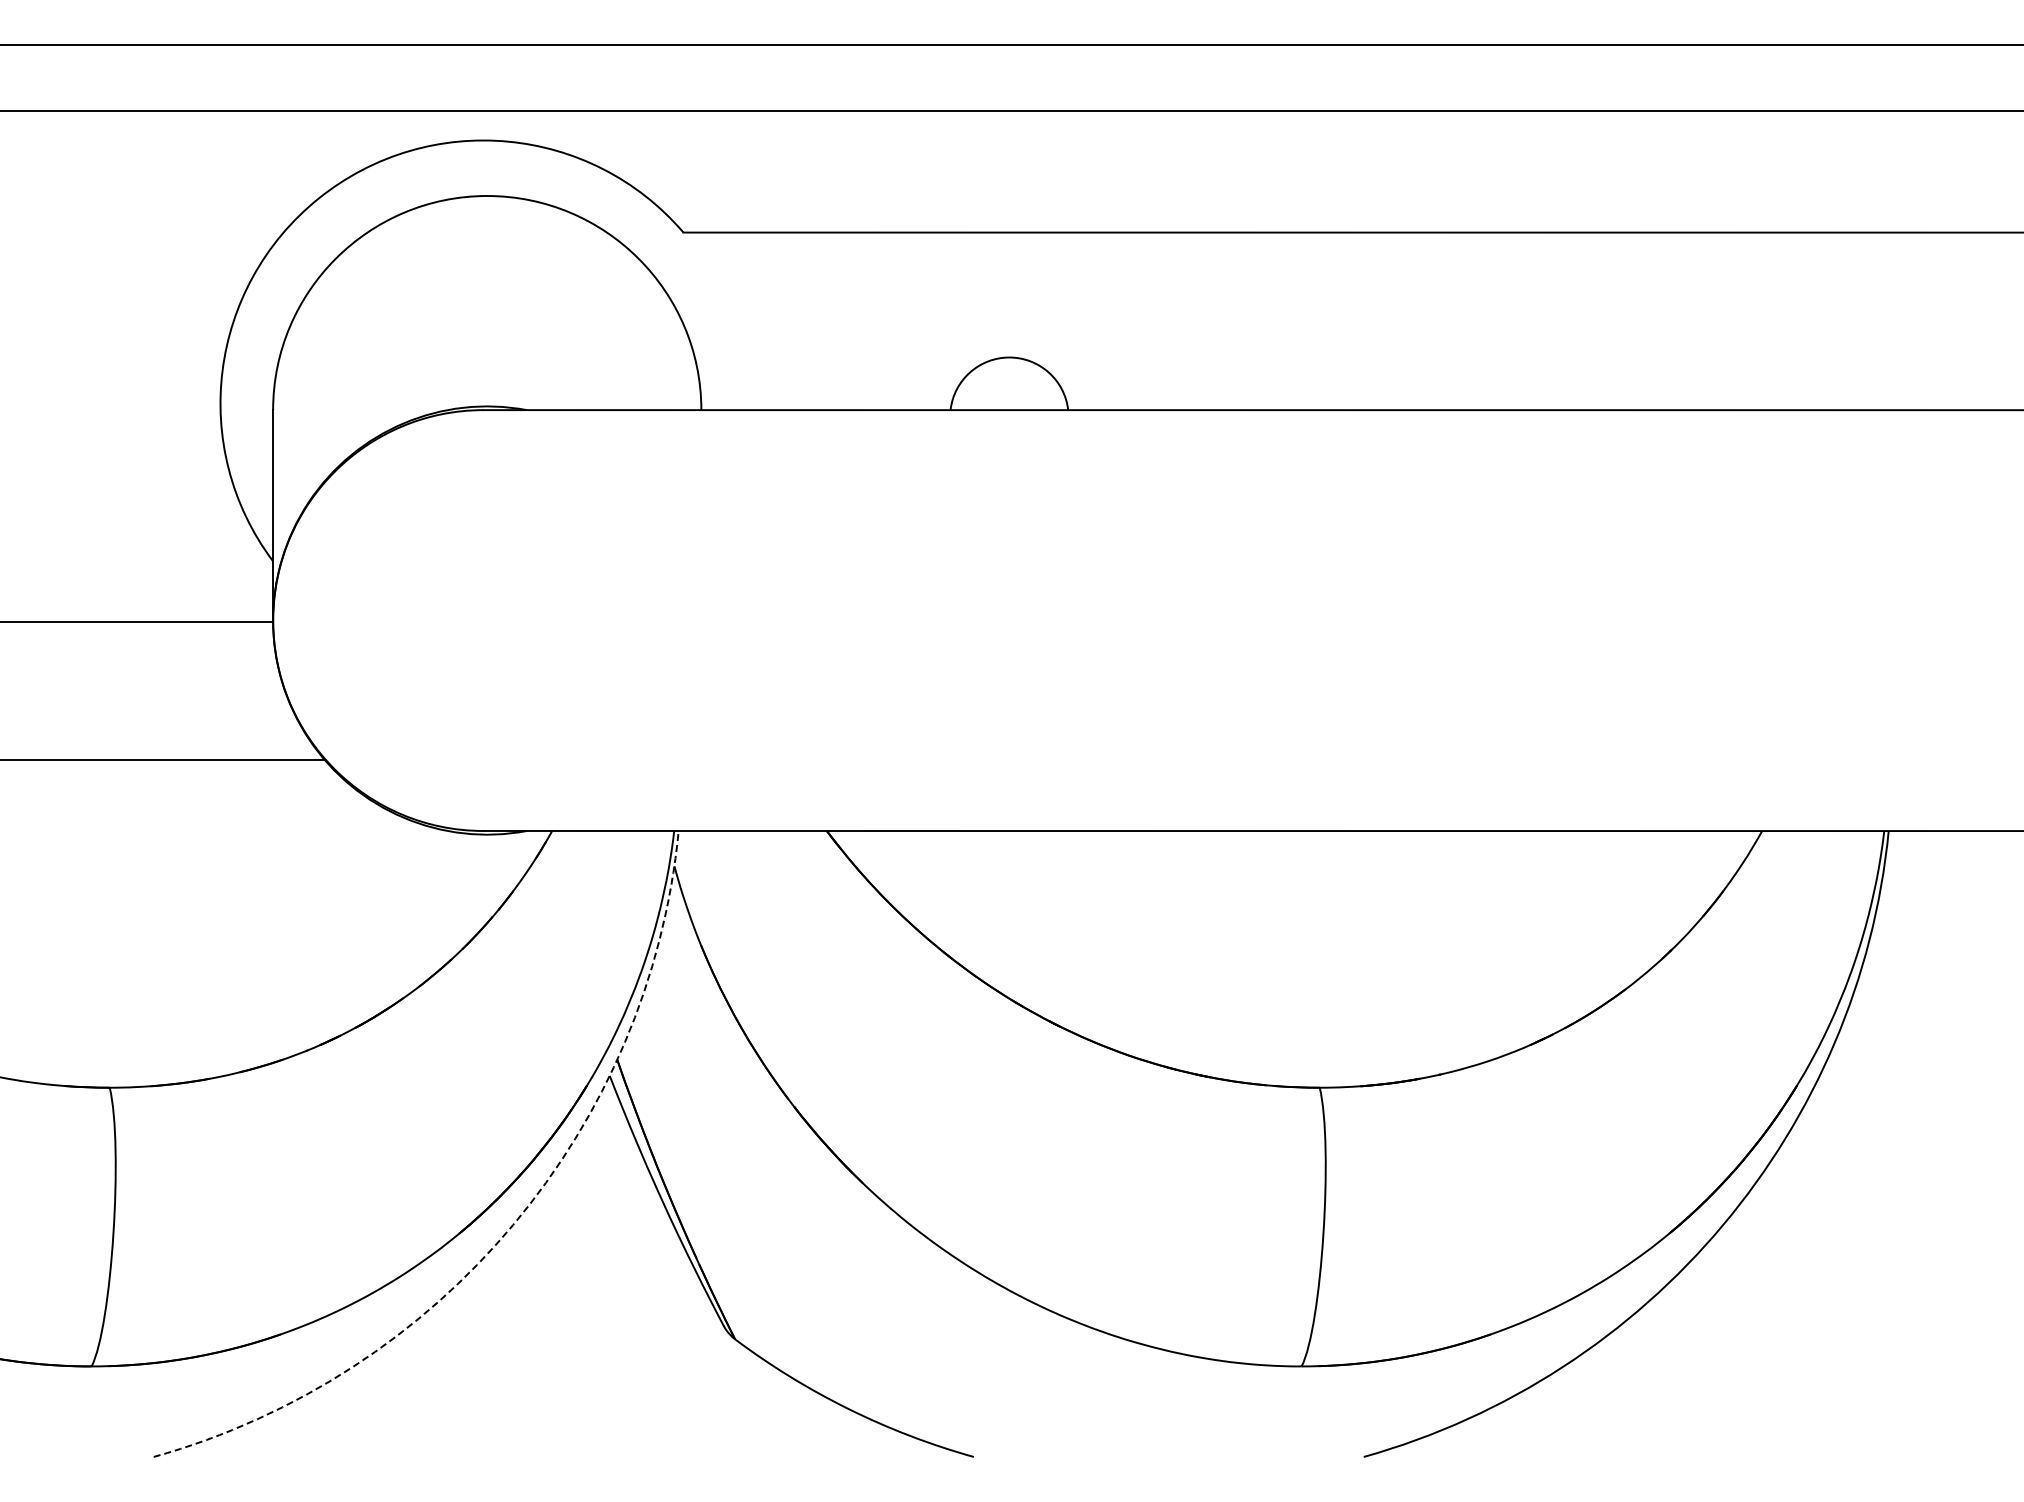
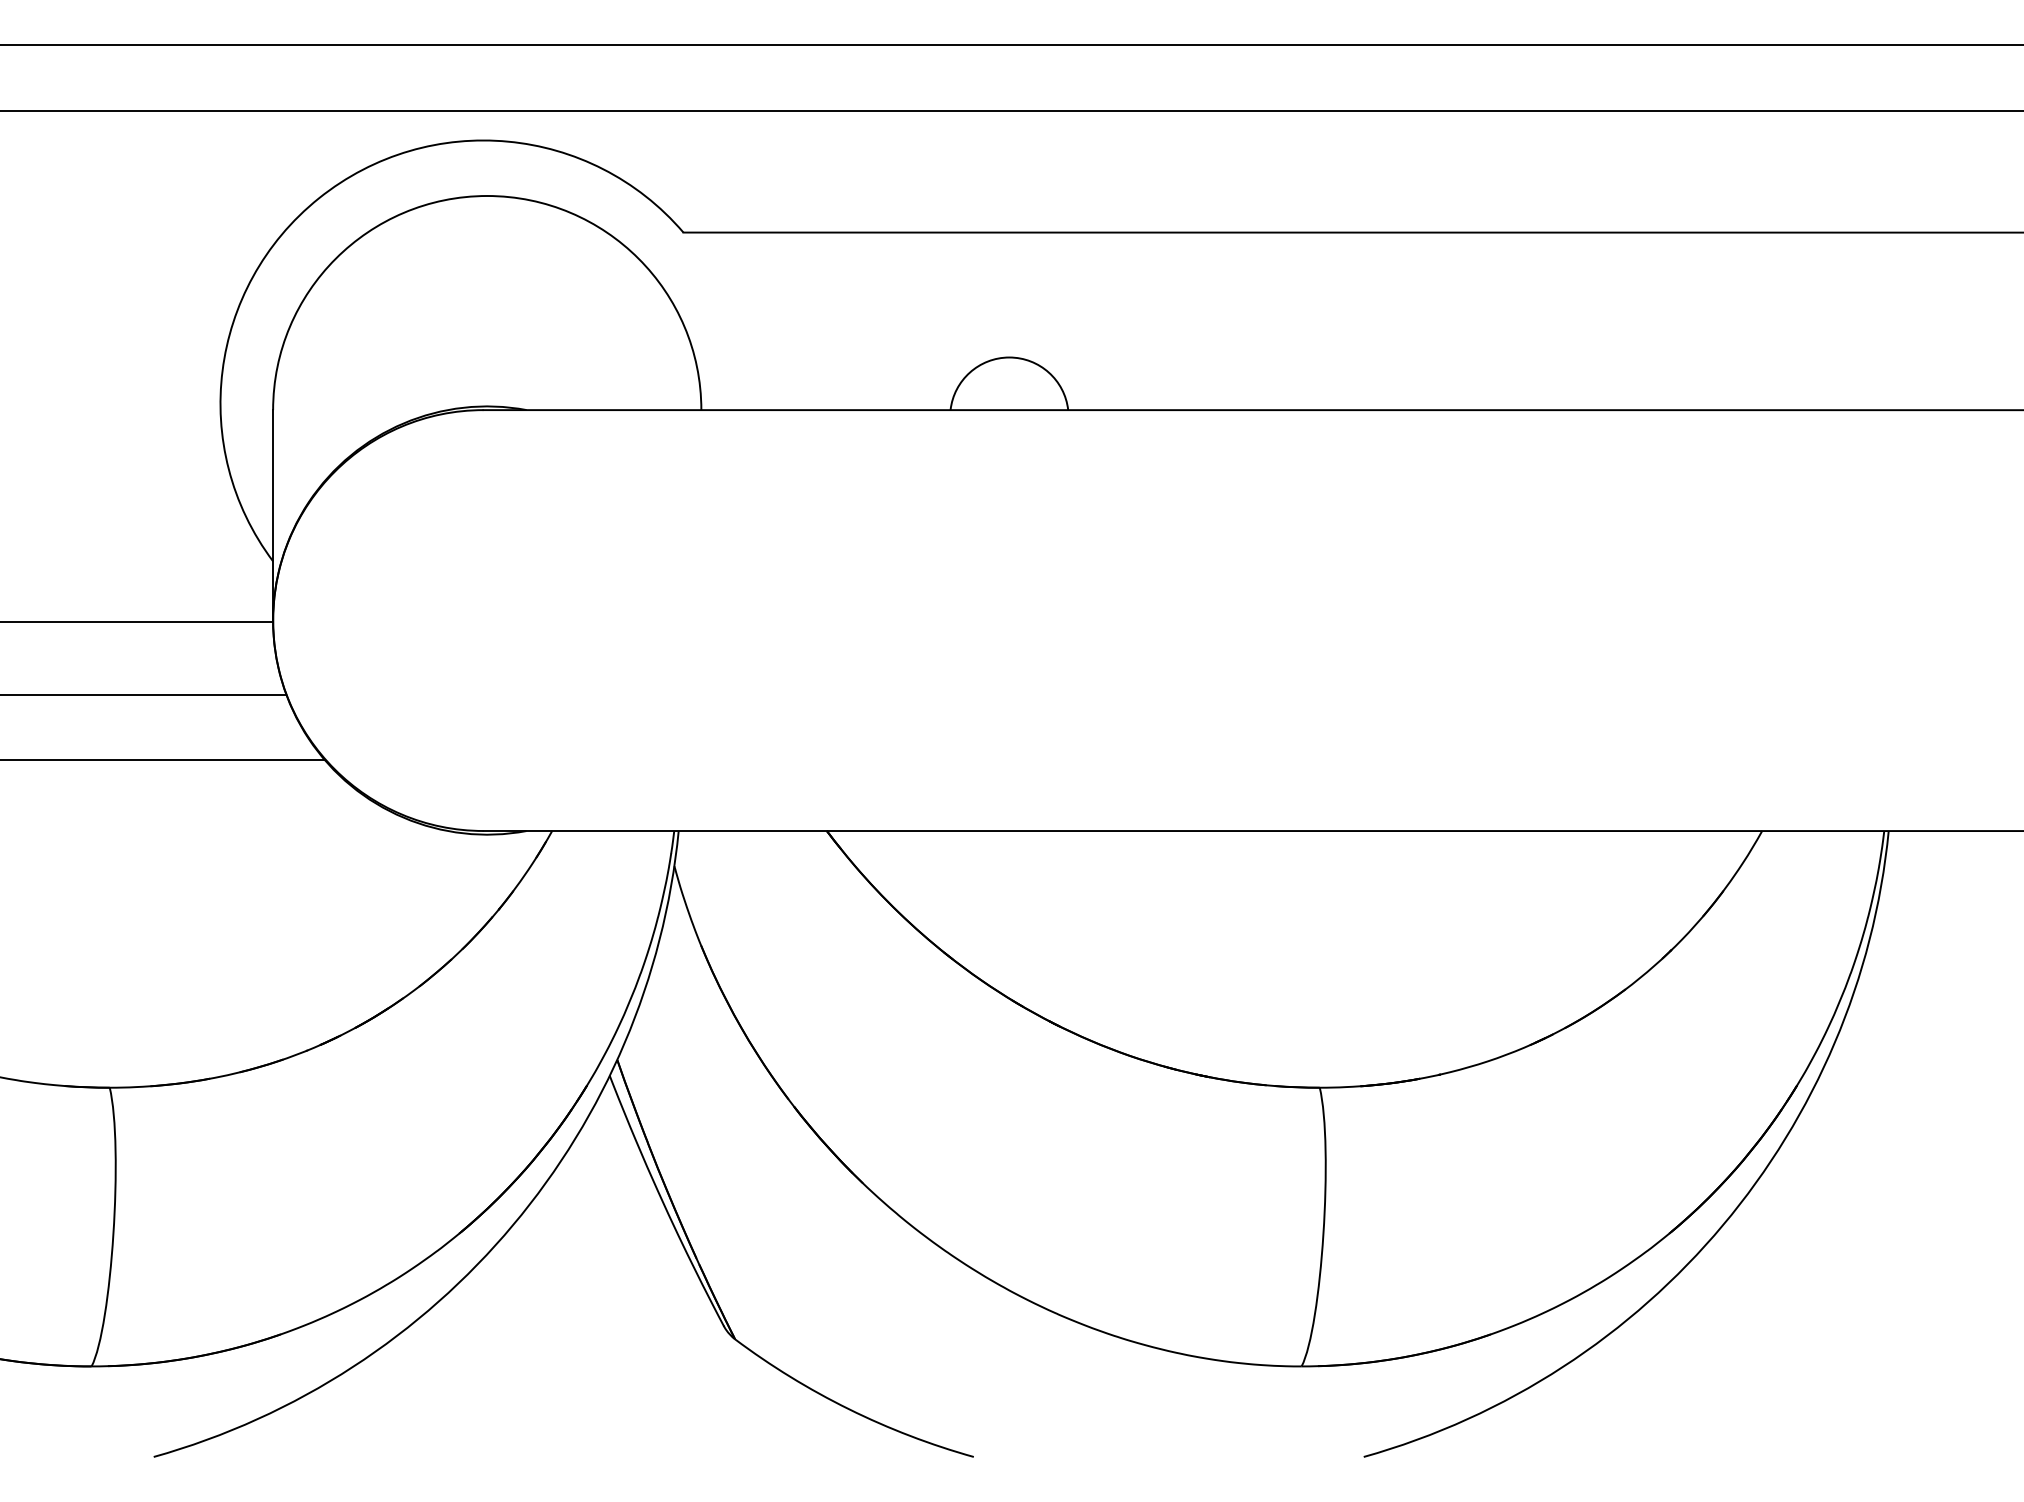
line at (144, 694): none -> present
arc at (513, 1225): dashed -> solid
